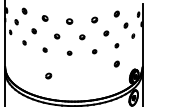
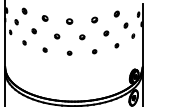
part at (116, 63): present -> none
part at (48, 75): present -> none
